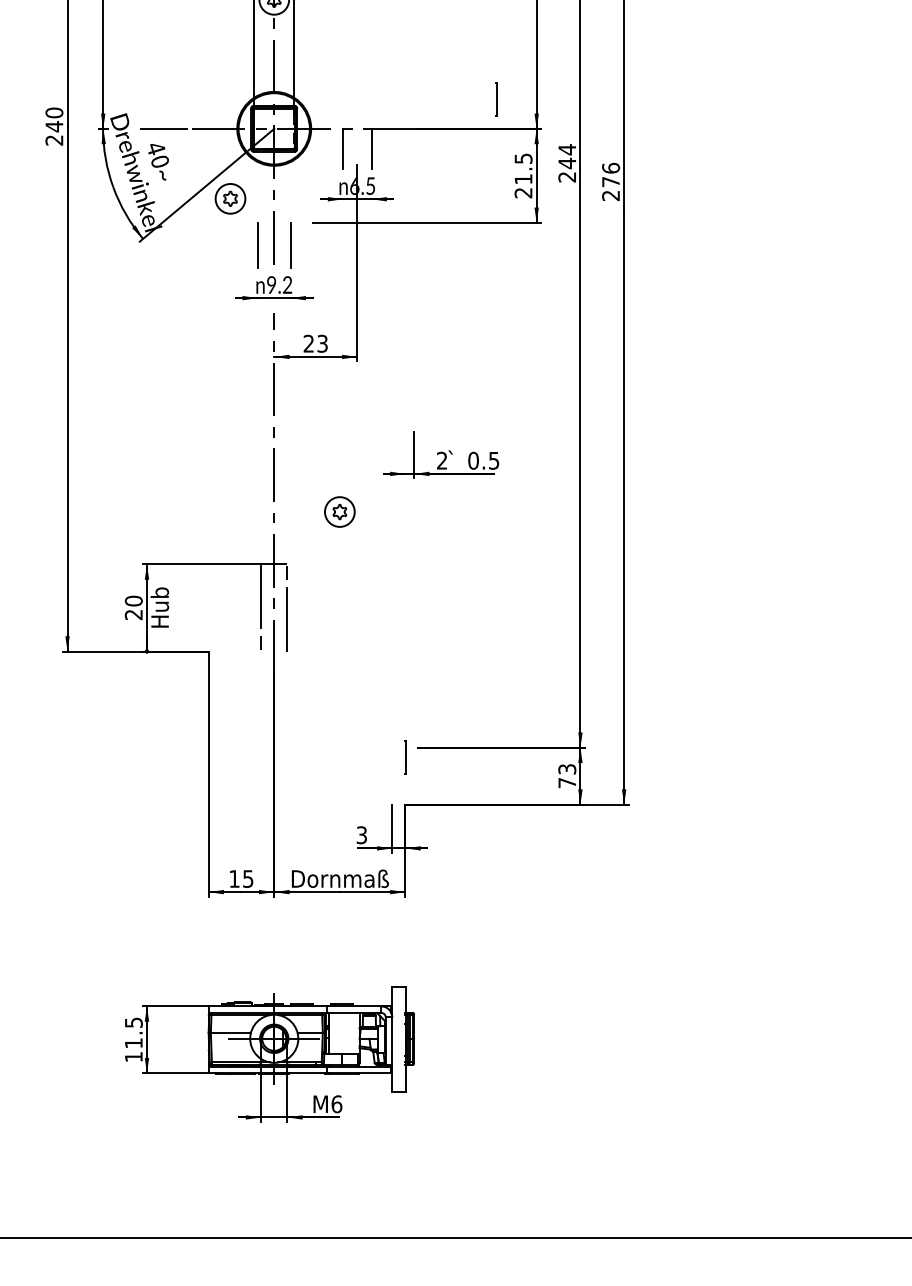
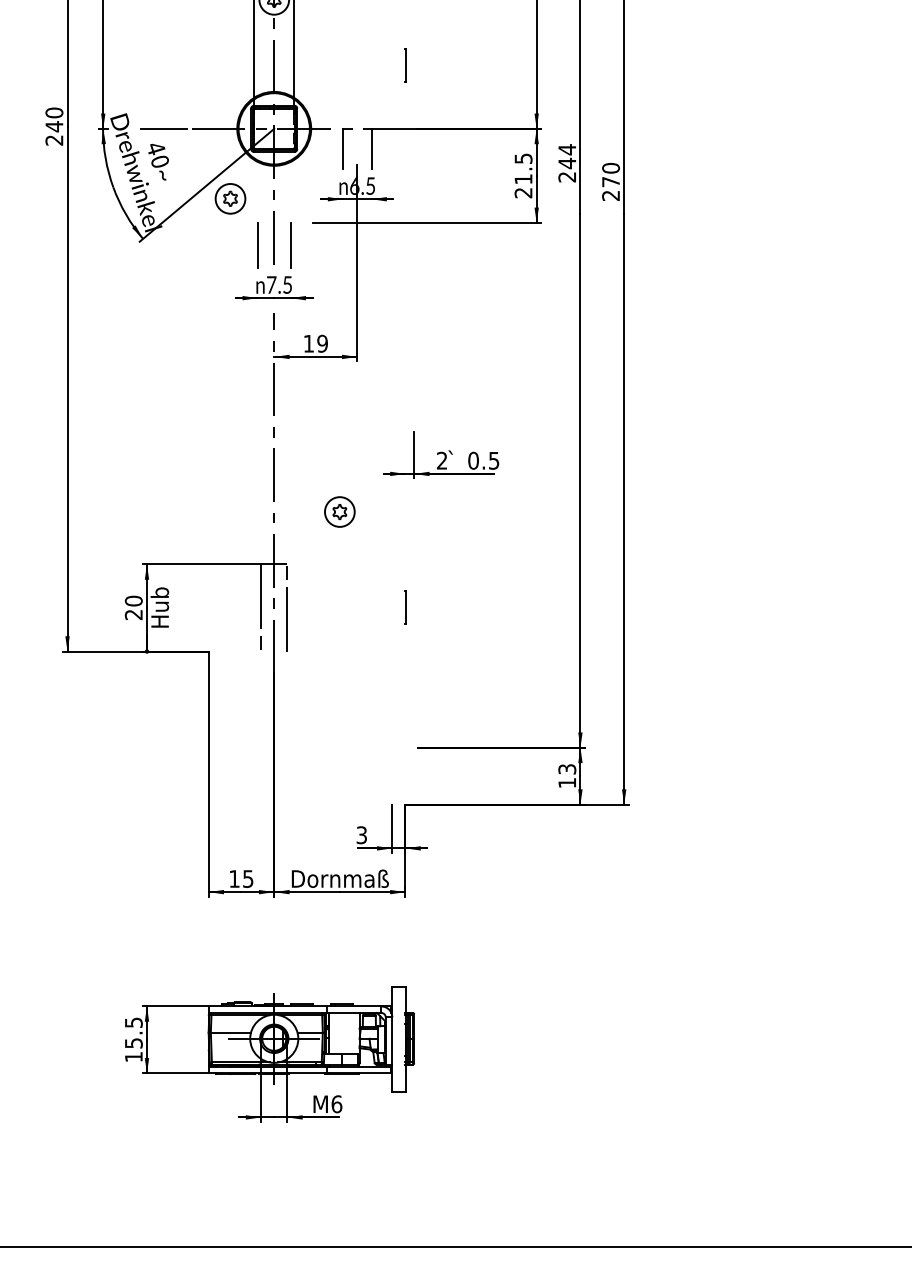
line at (496, 99) position: (496, 99) -> (405, 65)
text at (610, 167): 276 -> 270
text at (279, 284): 9.2 -> 7.5
text at (315, 343): 23 -> 19
line at (405, 757) position: (405, 757) -> (405, 607)
text at (566, 783): 73 -> 13
text at (133, 1043): 11.5 -> 15.5
line at (455, 1238) position: (455, 1238) -> (455, 1247)
